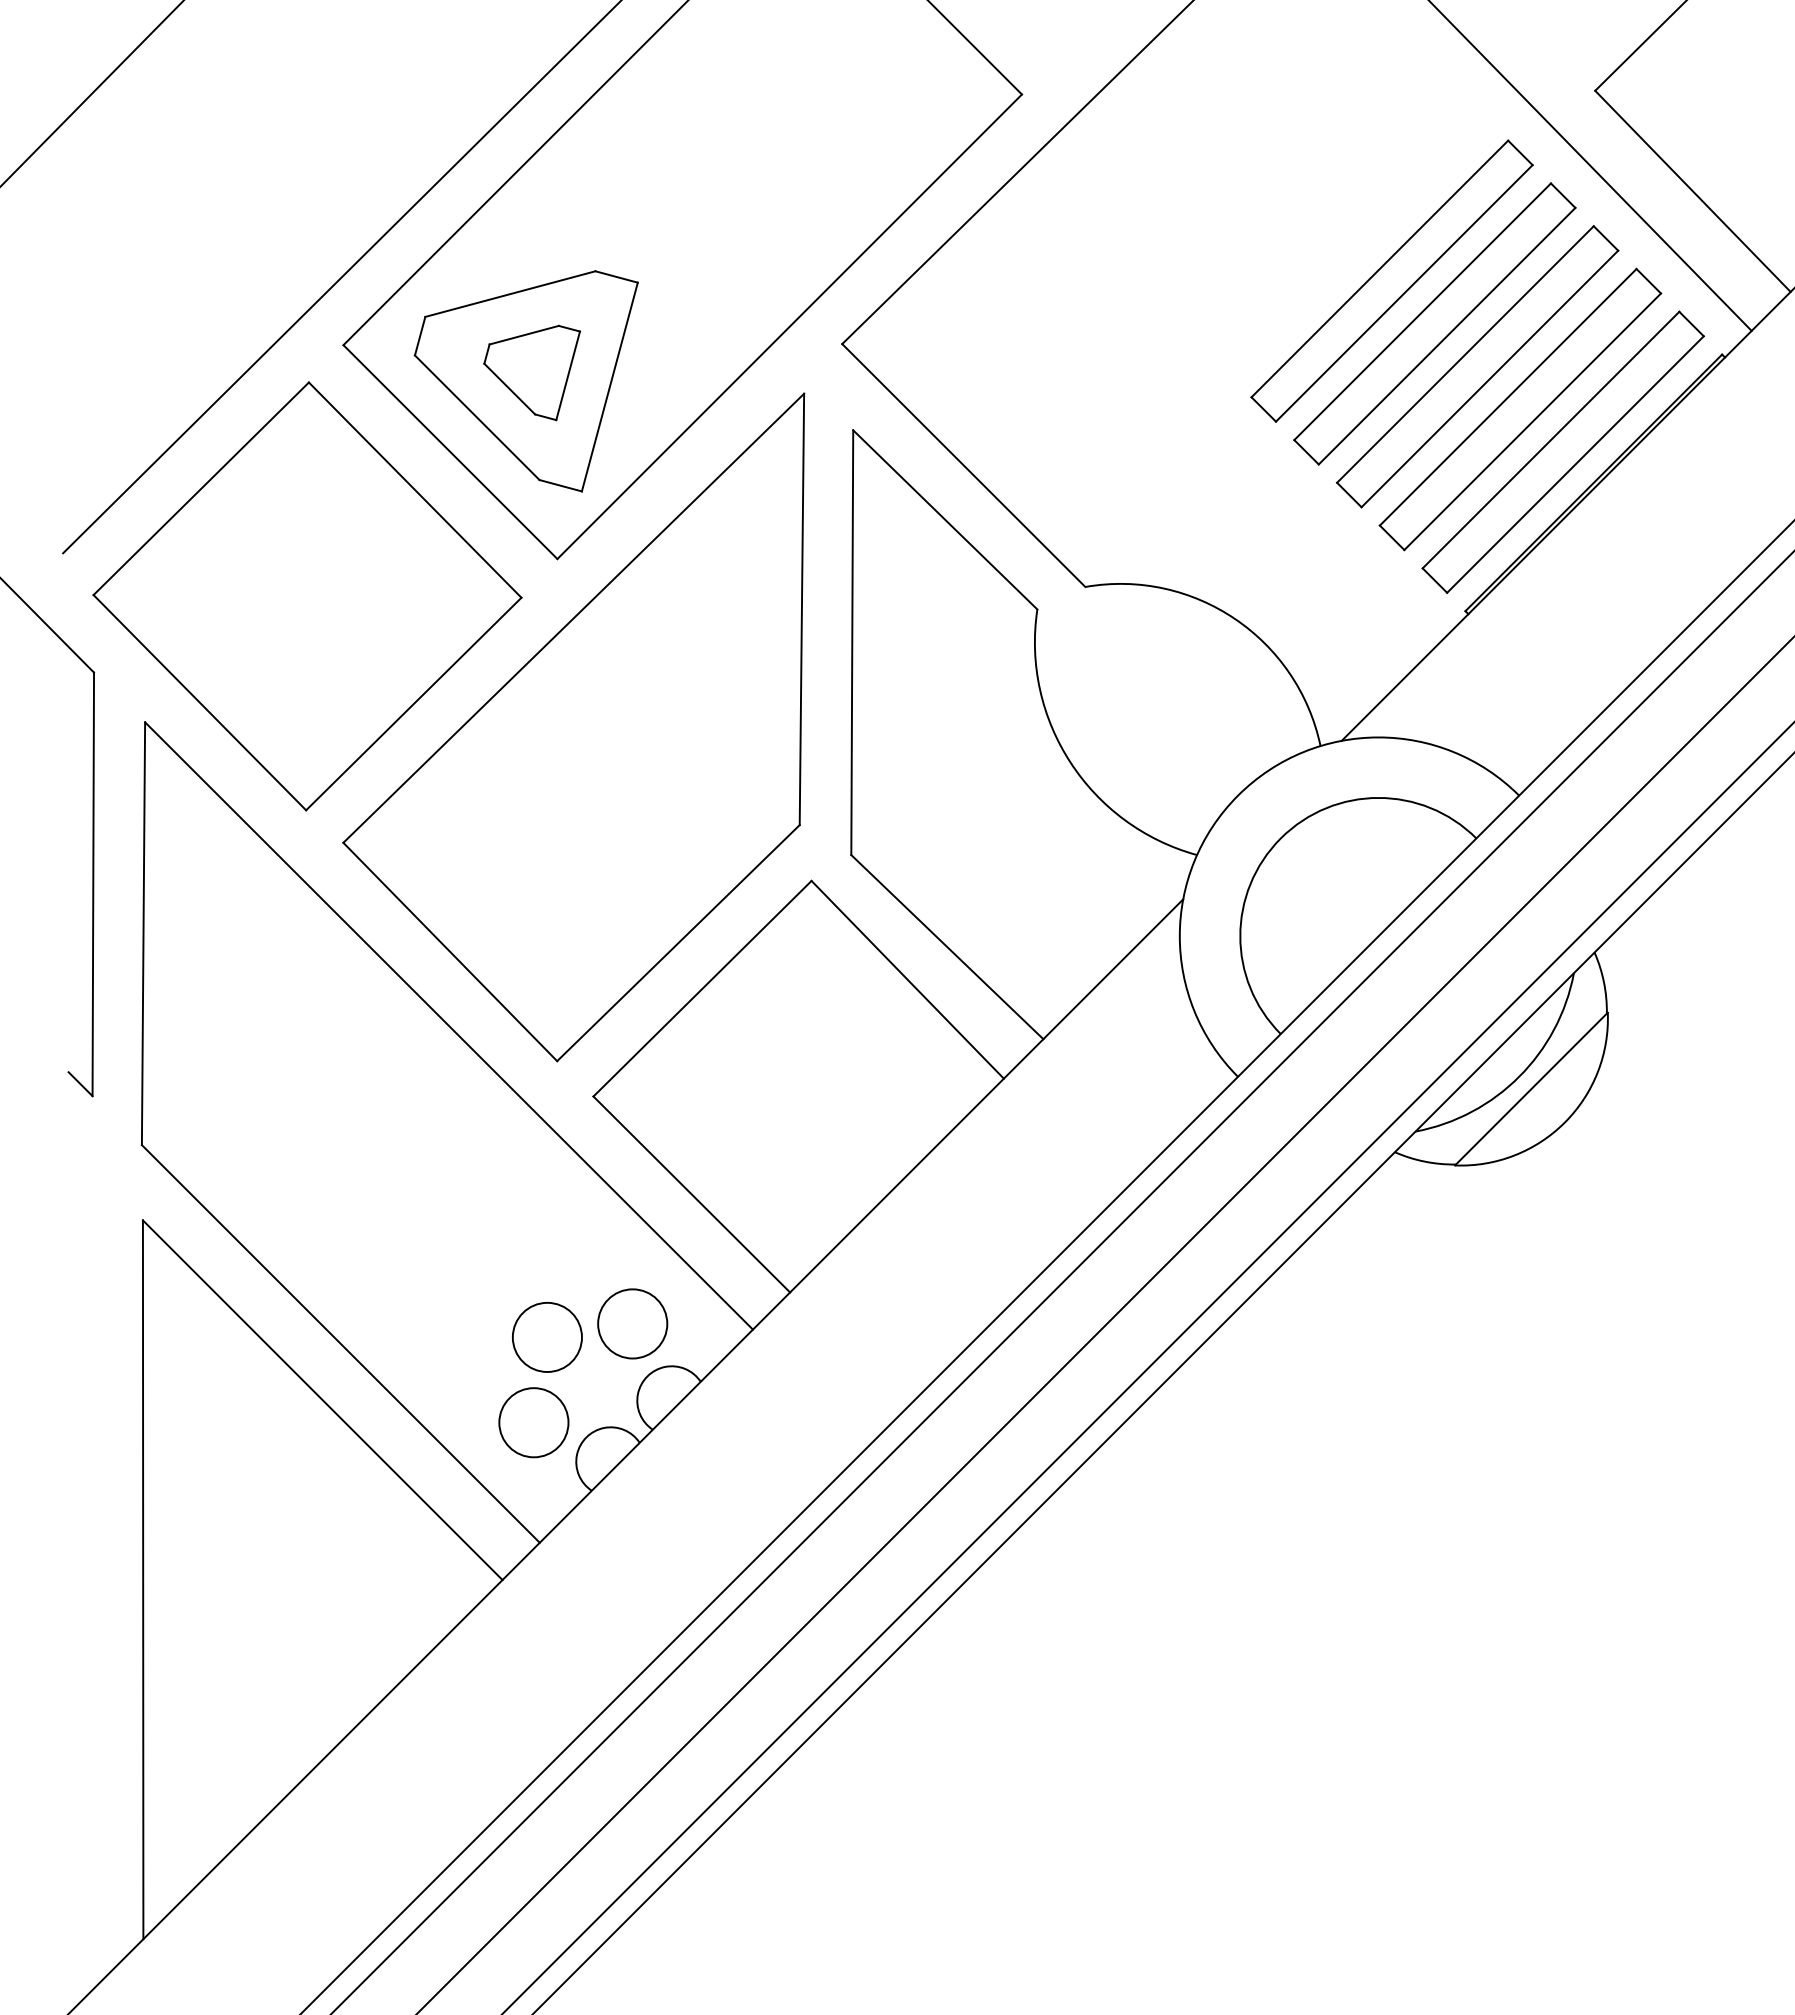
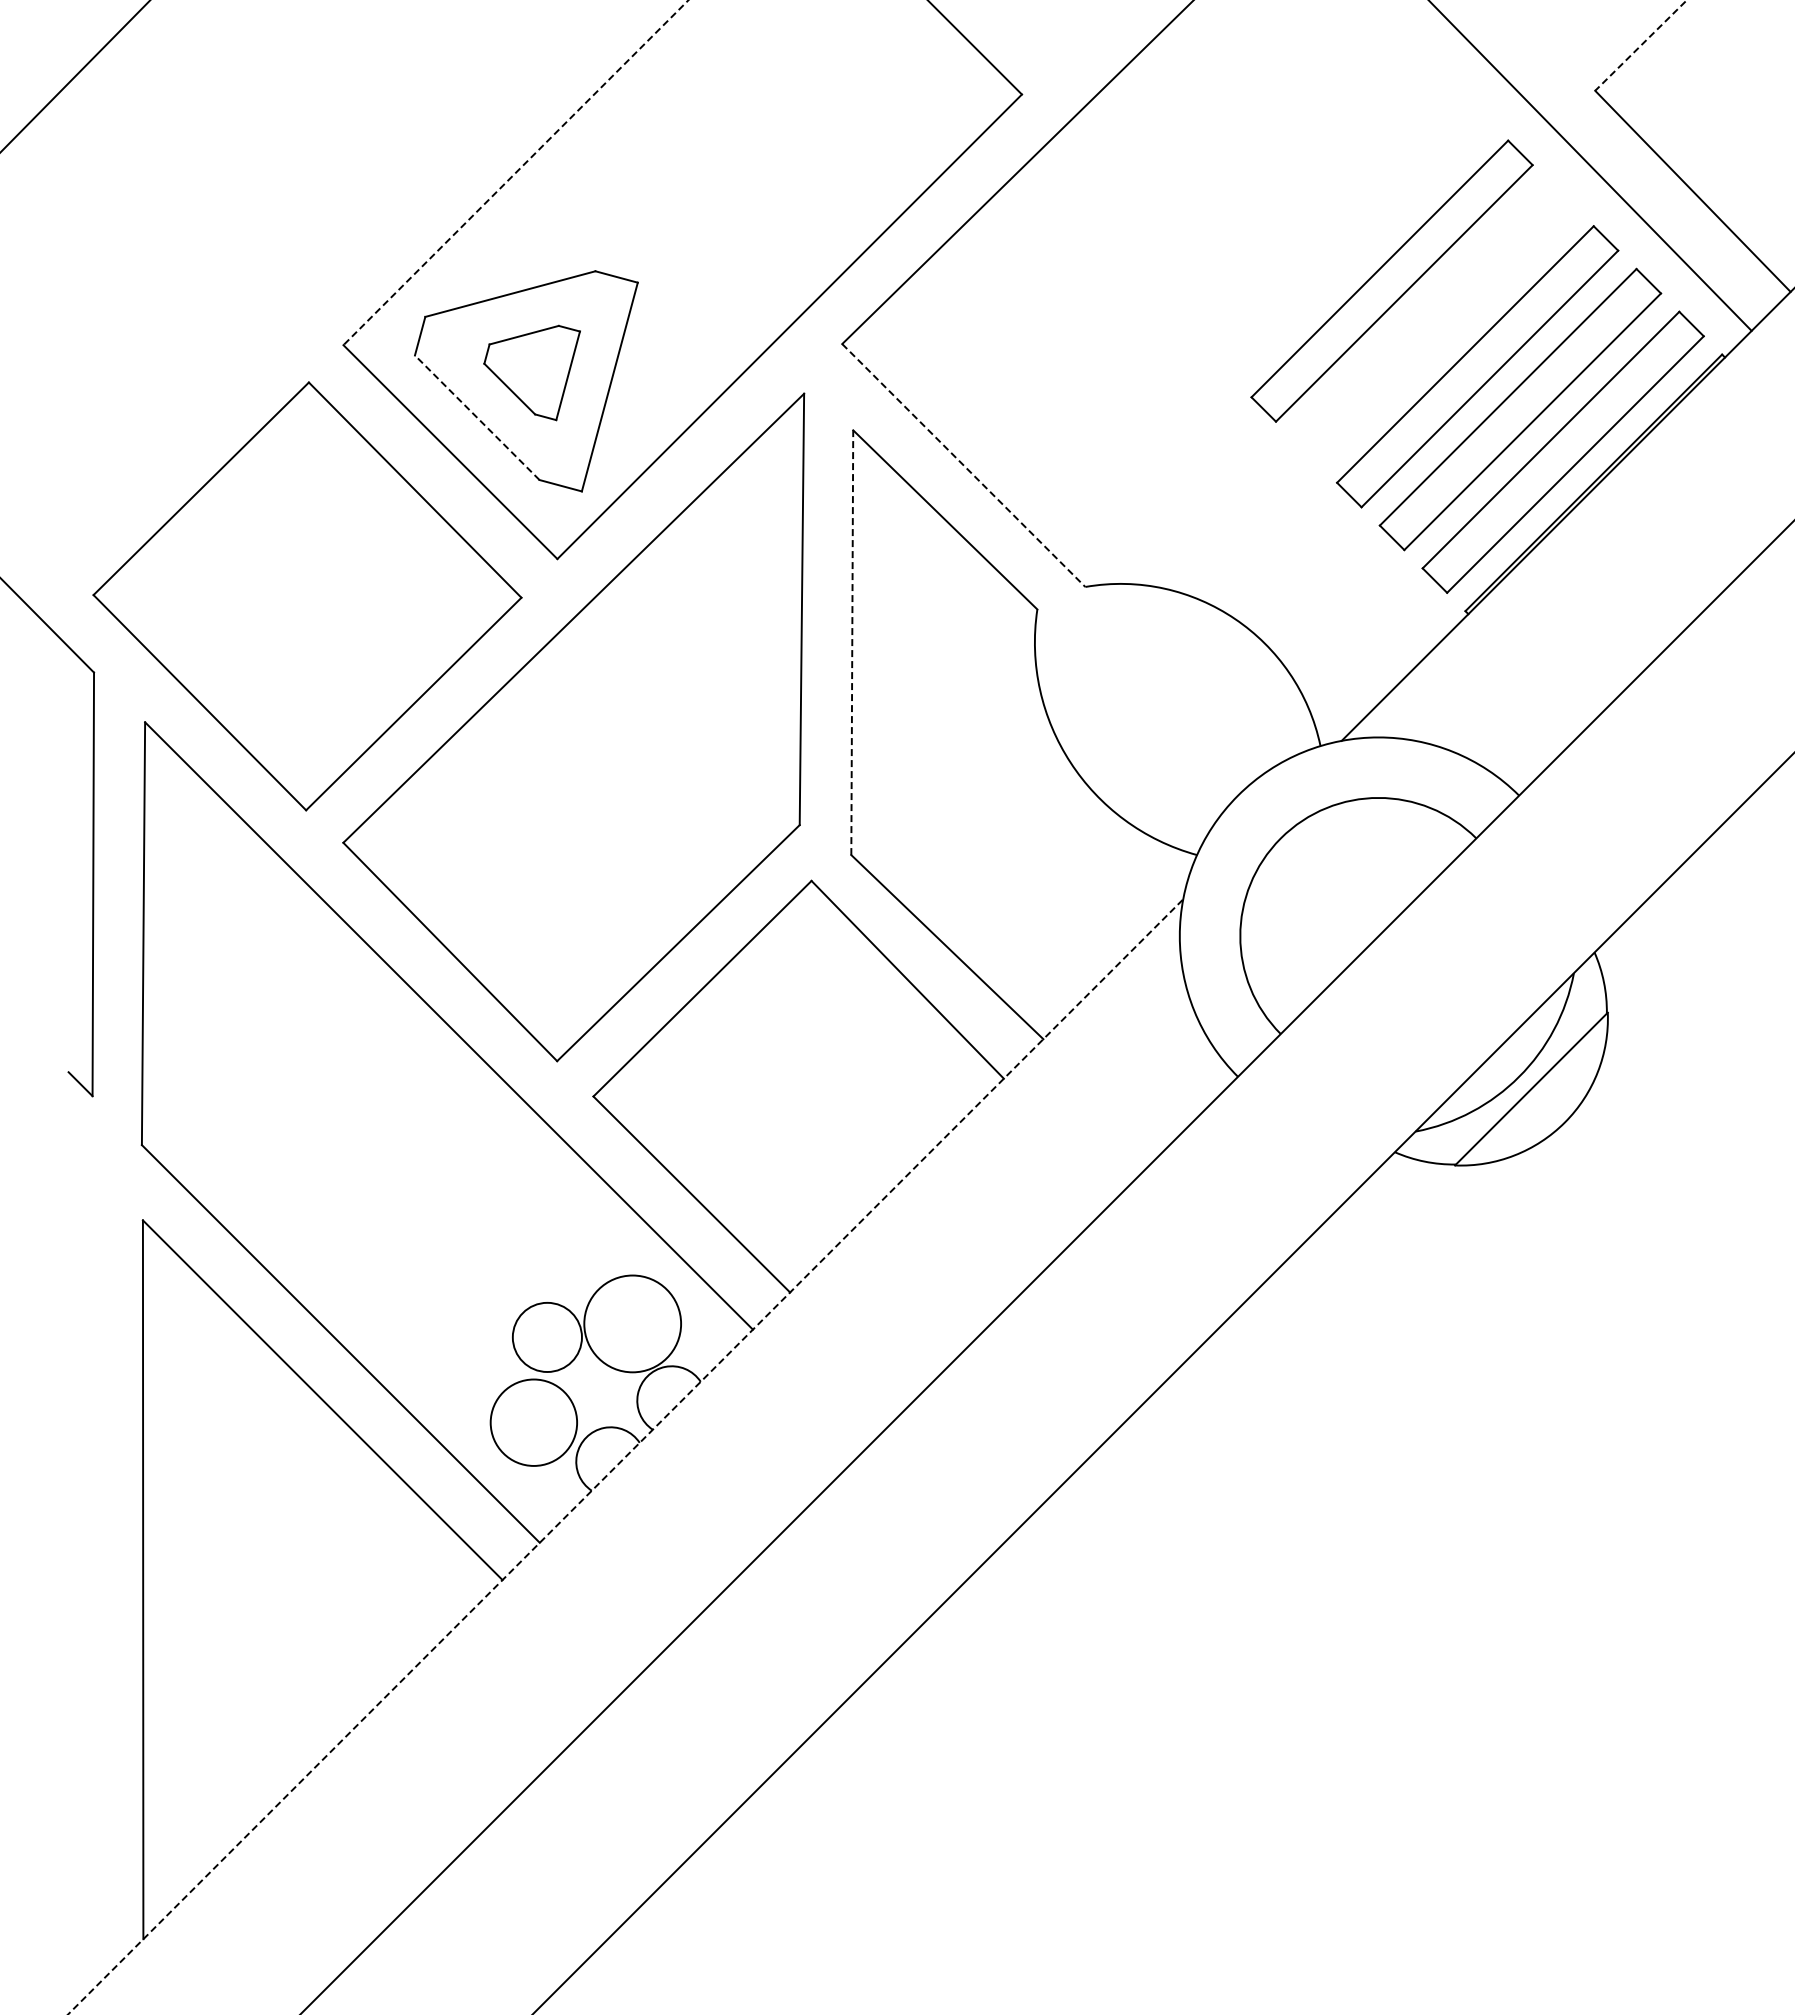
line at (1640, 45): solid -> dashed
line at (92, 93) position: (92, 93) -> (75, 76)
line at (516, 172): solid -> dashed
line at (341, 277): present -> none
part at (1434, 323): present -> none
line at (476, 417): solid -> dashed
line at (963, 465): solid -> dashed
line at (852, 642): solid -> dashed
line at (1062, 1282): present -> none
circle at (632, 1323) diameter: 69 px -> 97 px
line at (1104, 1325): present -> none
line at (1147, 1367): present -> none
circle at (533, 1422) diameter: 69 px -> 86 px
line at (626, 1456): solid -> dashed
